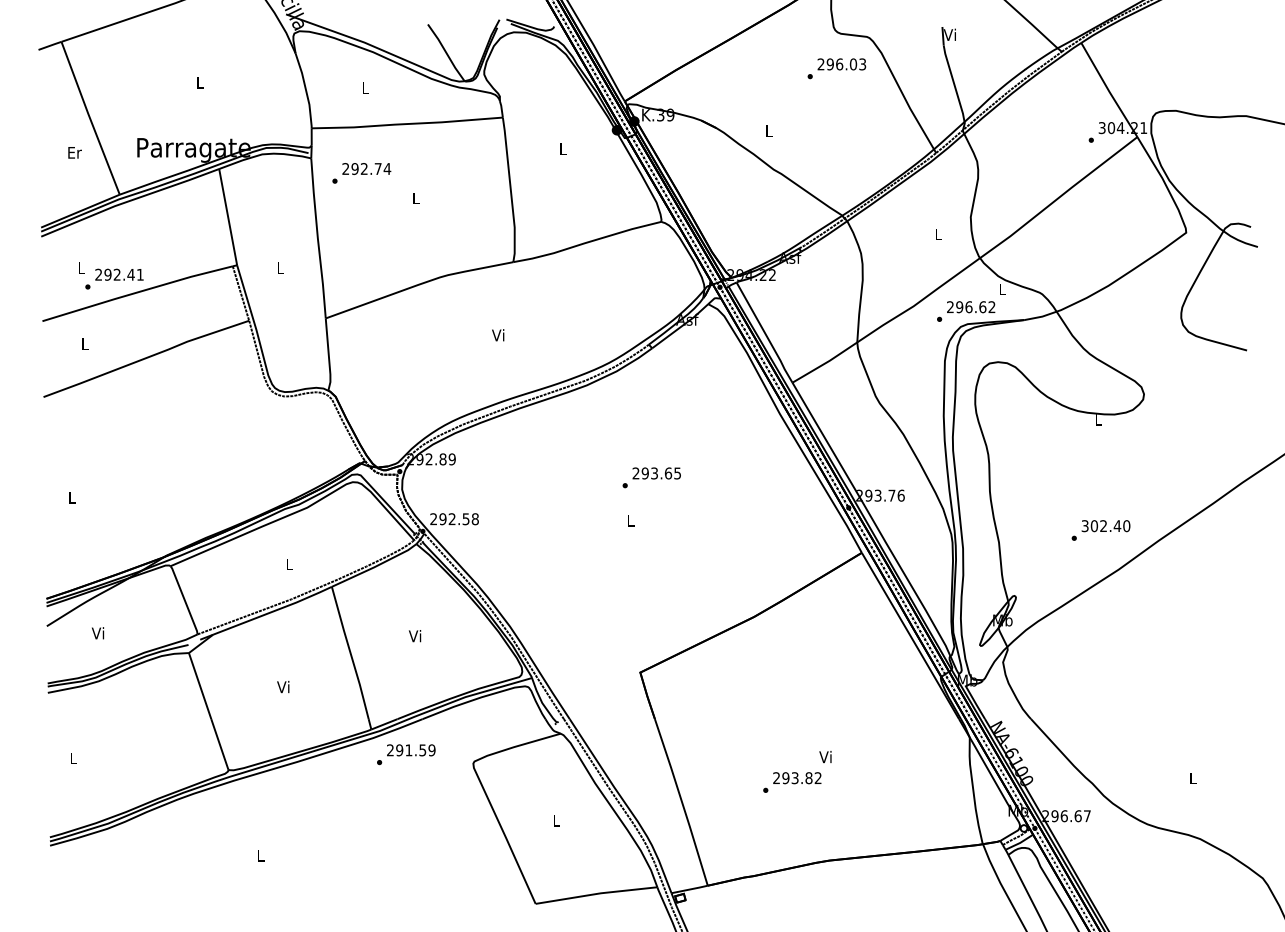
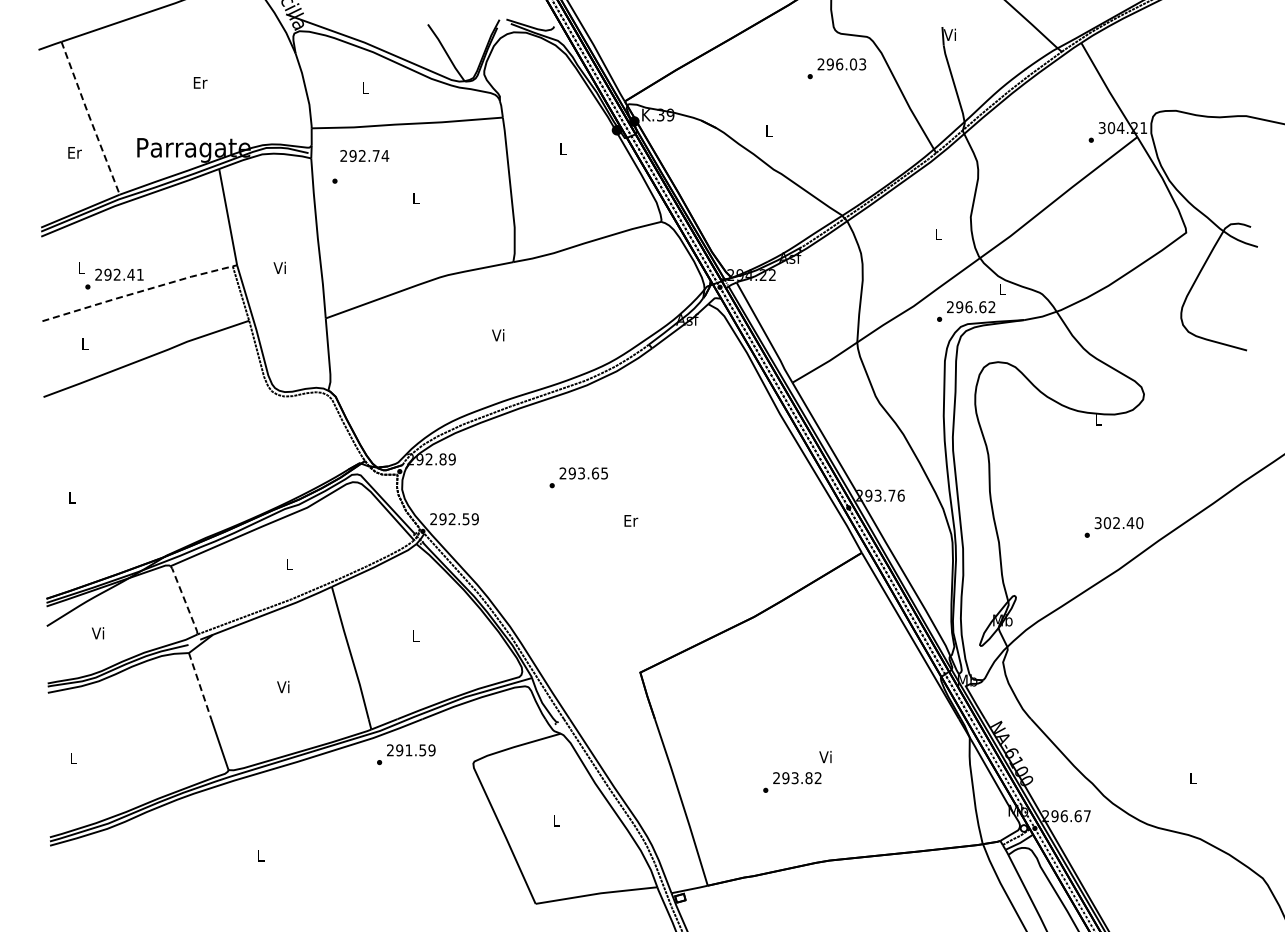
text at (200, 82): L -> Er
line at (90, 118): solid -> dashed
text at (366, 168) position: (366, 168) -> (364, 155)
text at (279, 267): L -> Vi
line at (137, 292): solid -> dashed
text at (651, 477) position: (651, 477) -> (578, 477)
text at (474, 519): 292.58 -> 292.59
text at (631, 520): L -> Er
text at (1100, 530) position: (1100, 530) -> (1113, 527)
line at (184, 600): solid -> dashed
text at (414, 636): Vi -> L
line at (200, 686): solid -> dashed
